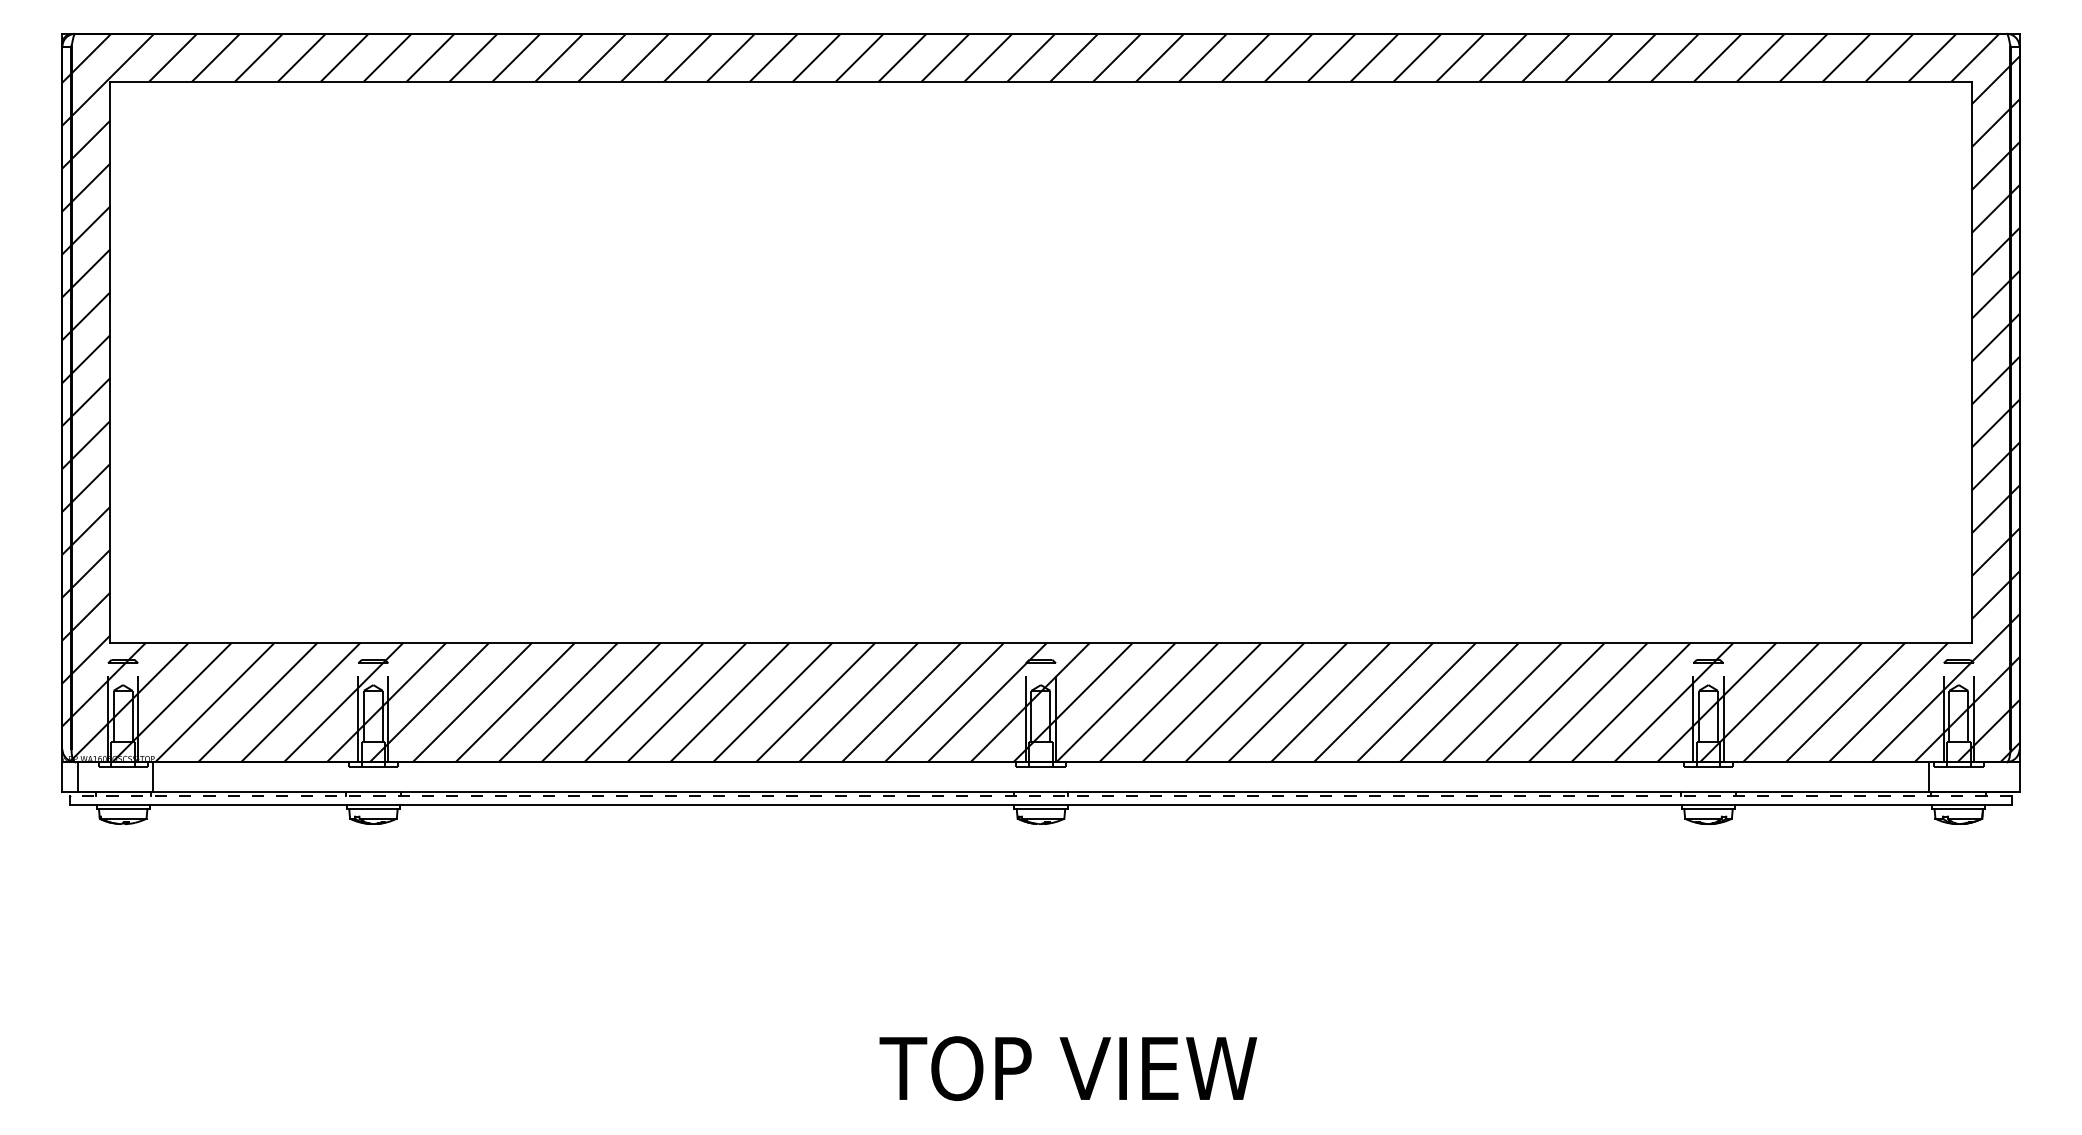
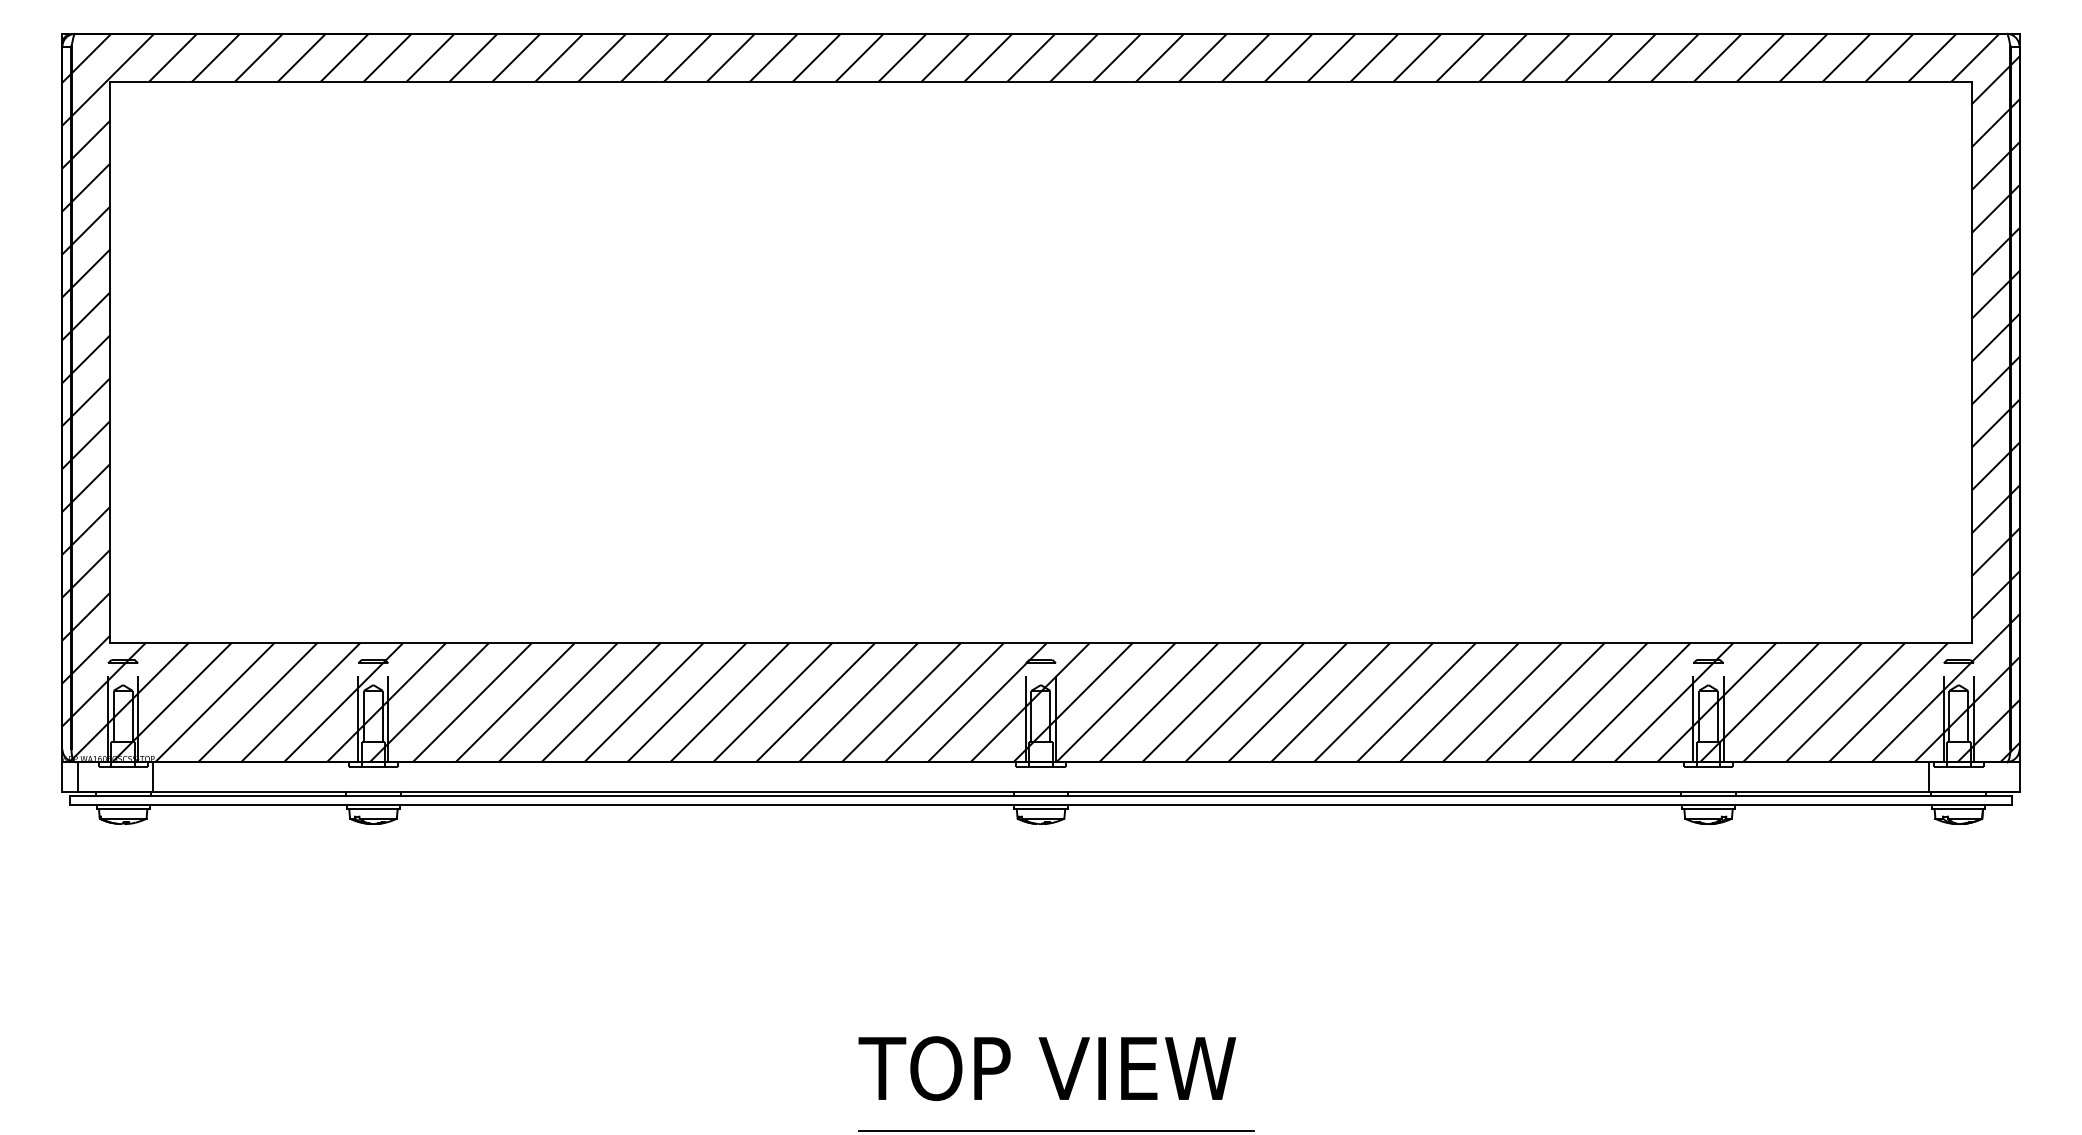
line at (1040, 796): dashed -> solid
text at (1068, 1068) position: (1068, 1068) -> (1047, 1068)
line at (1056, 1130): none -> present
